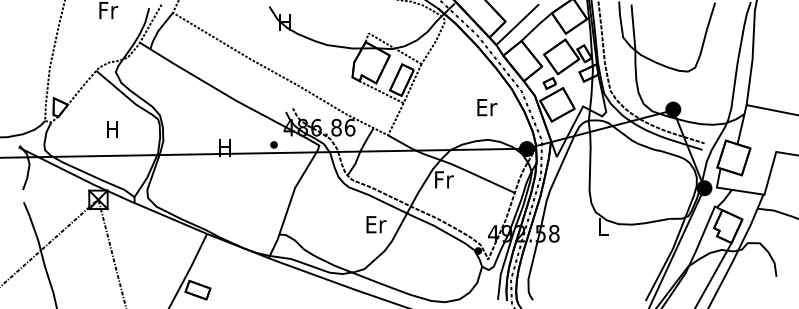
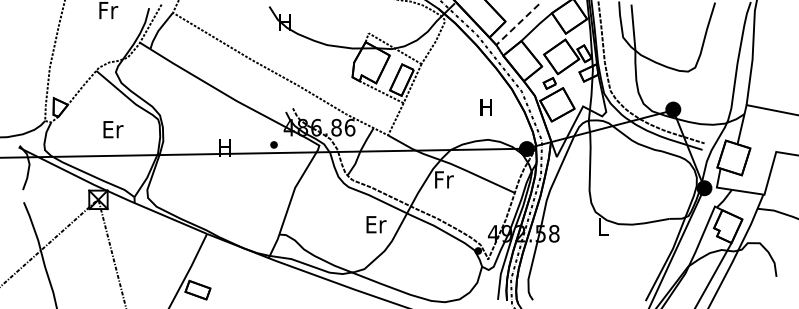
line at (517, 24): solid -> dashed
text at (487, 107): Er -> H
text at (113, 129): H -> Er
